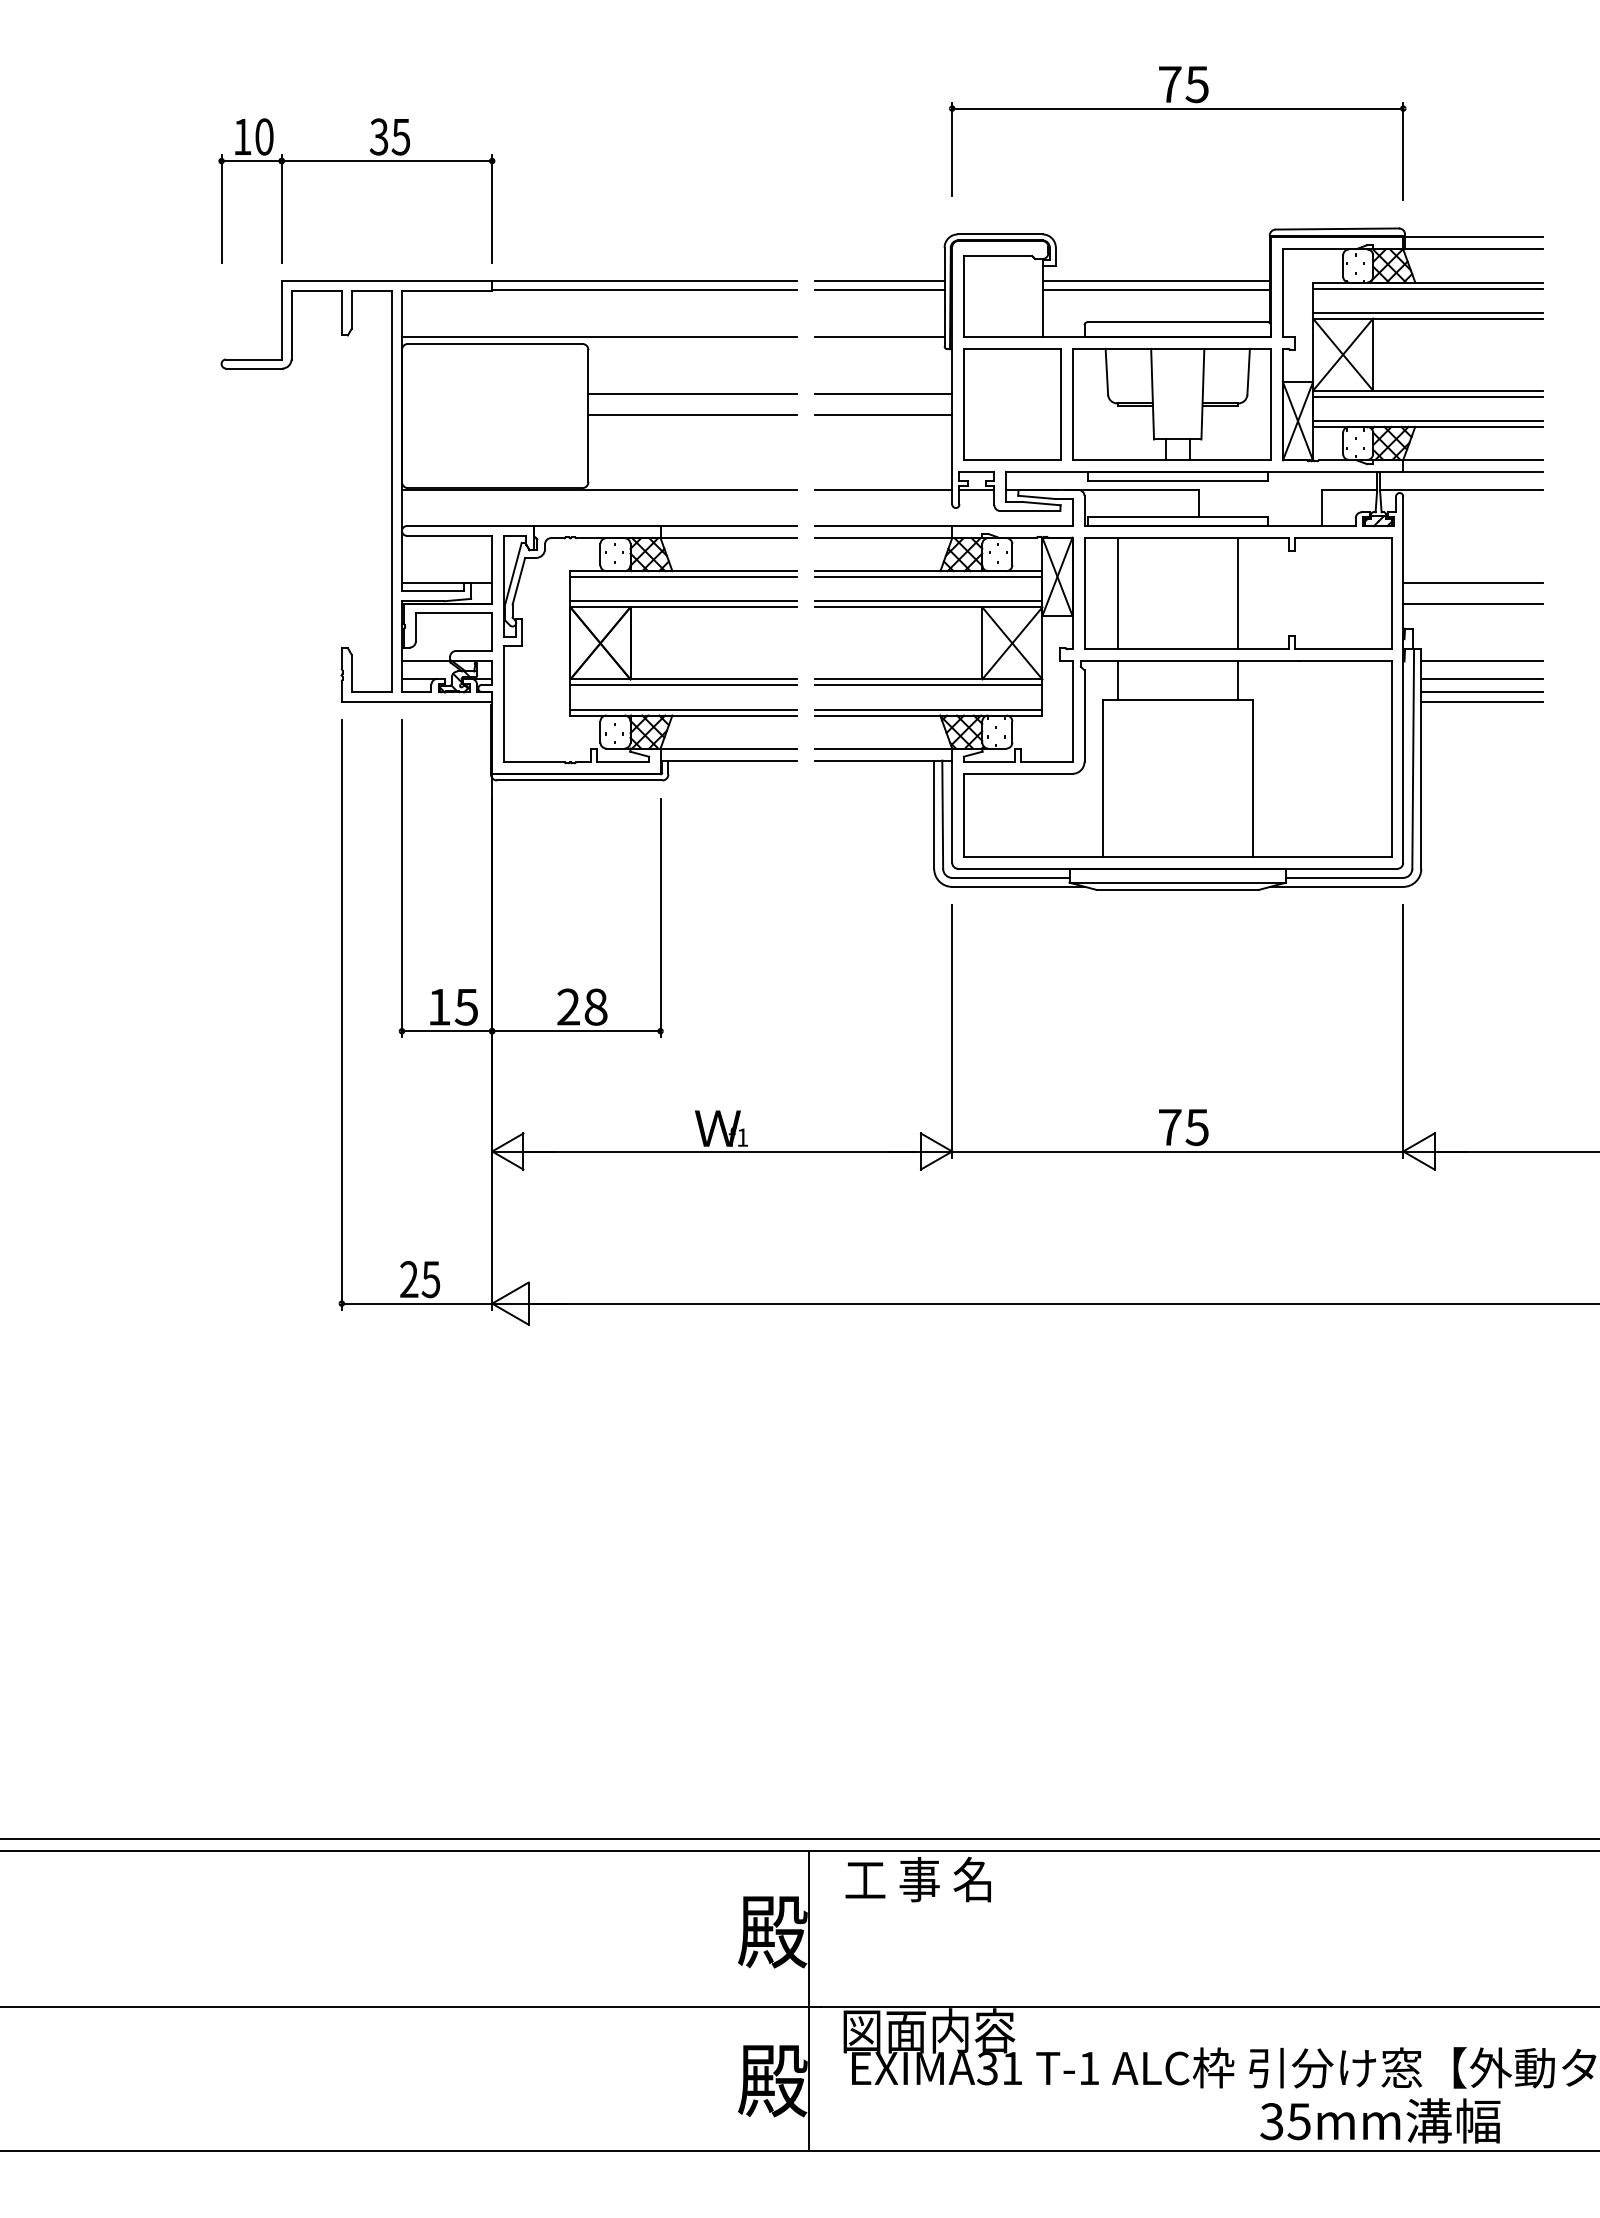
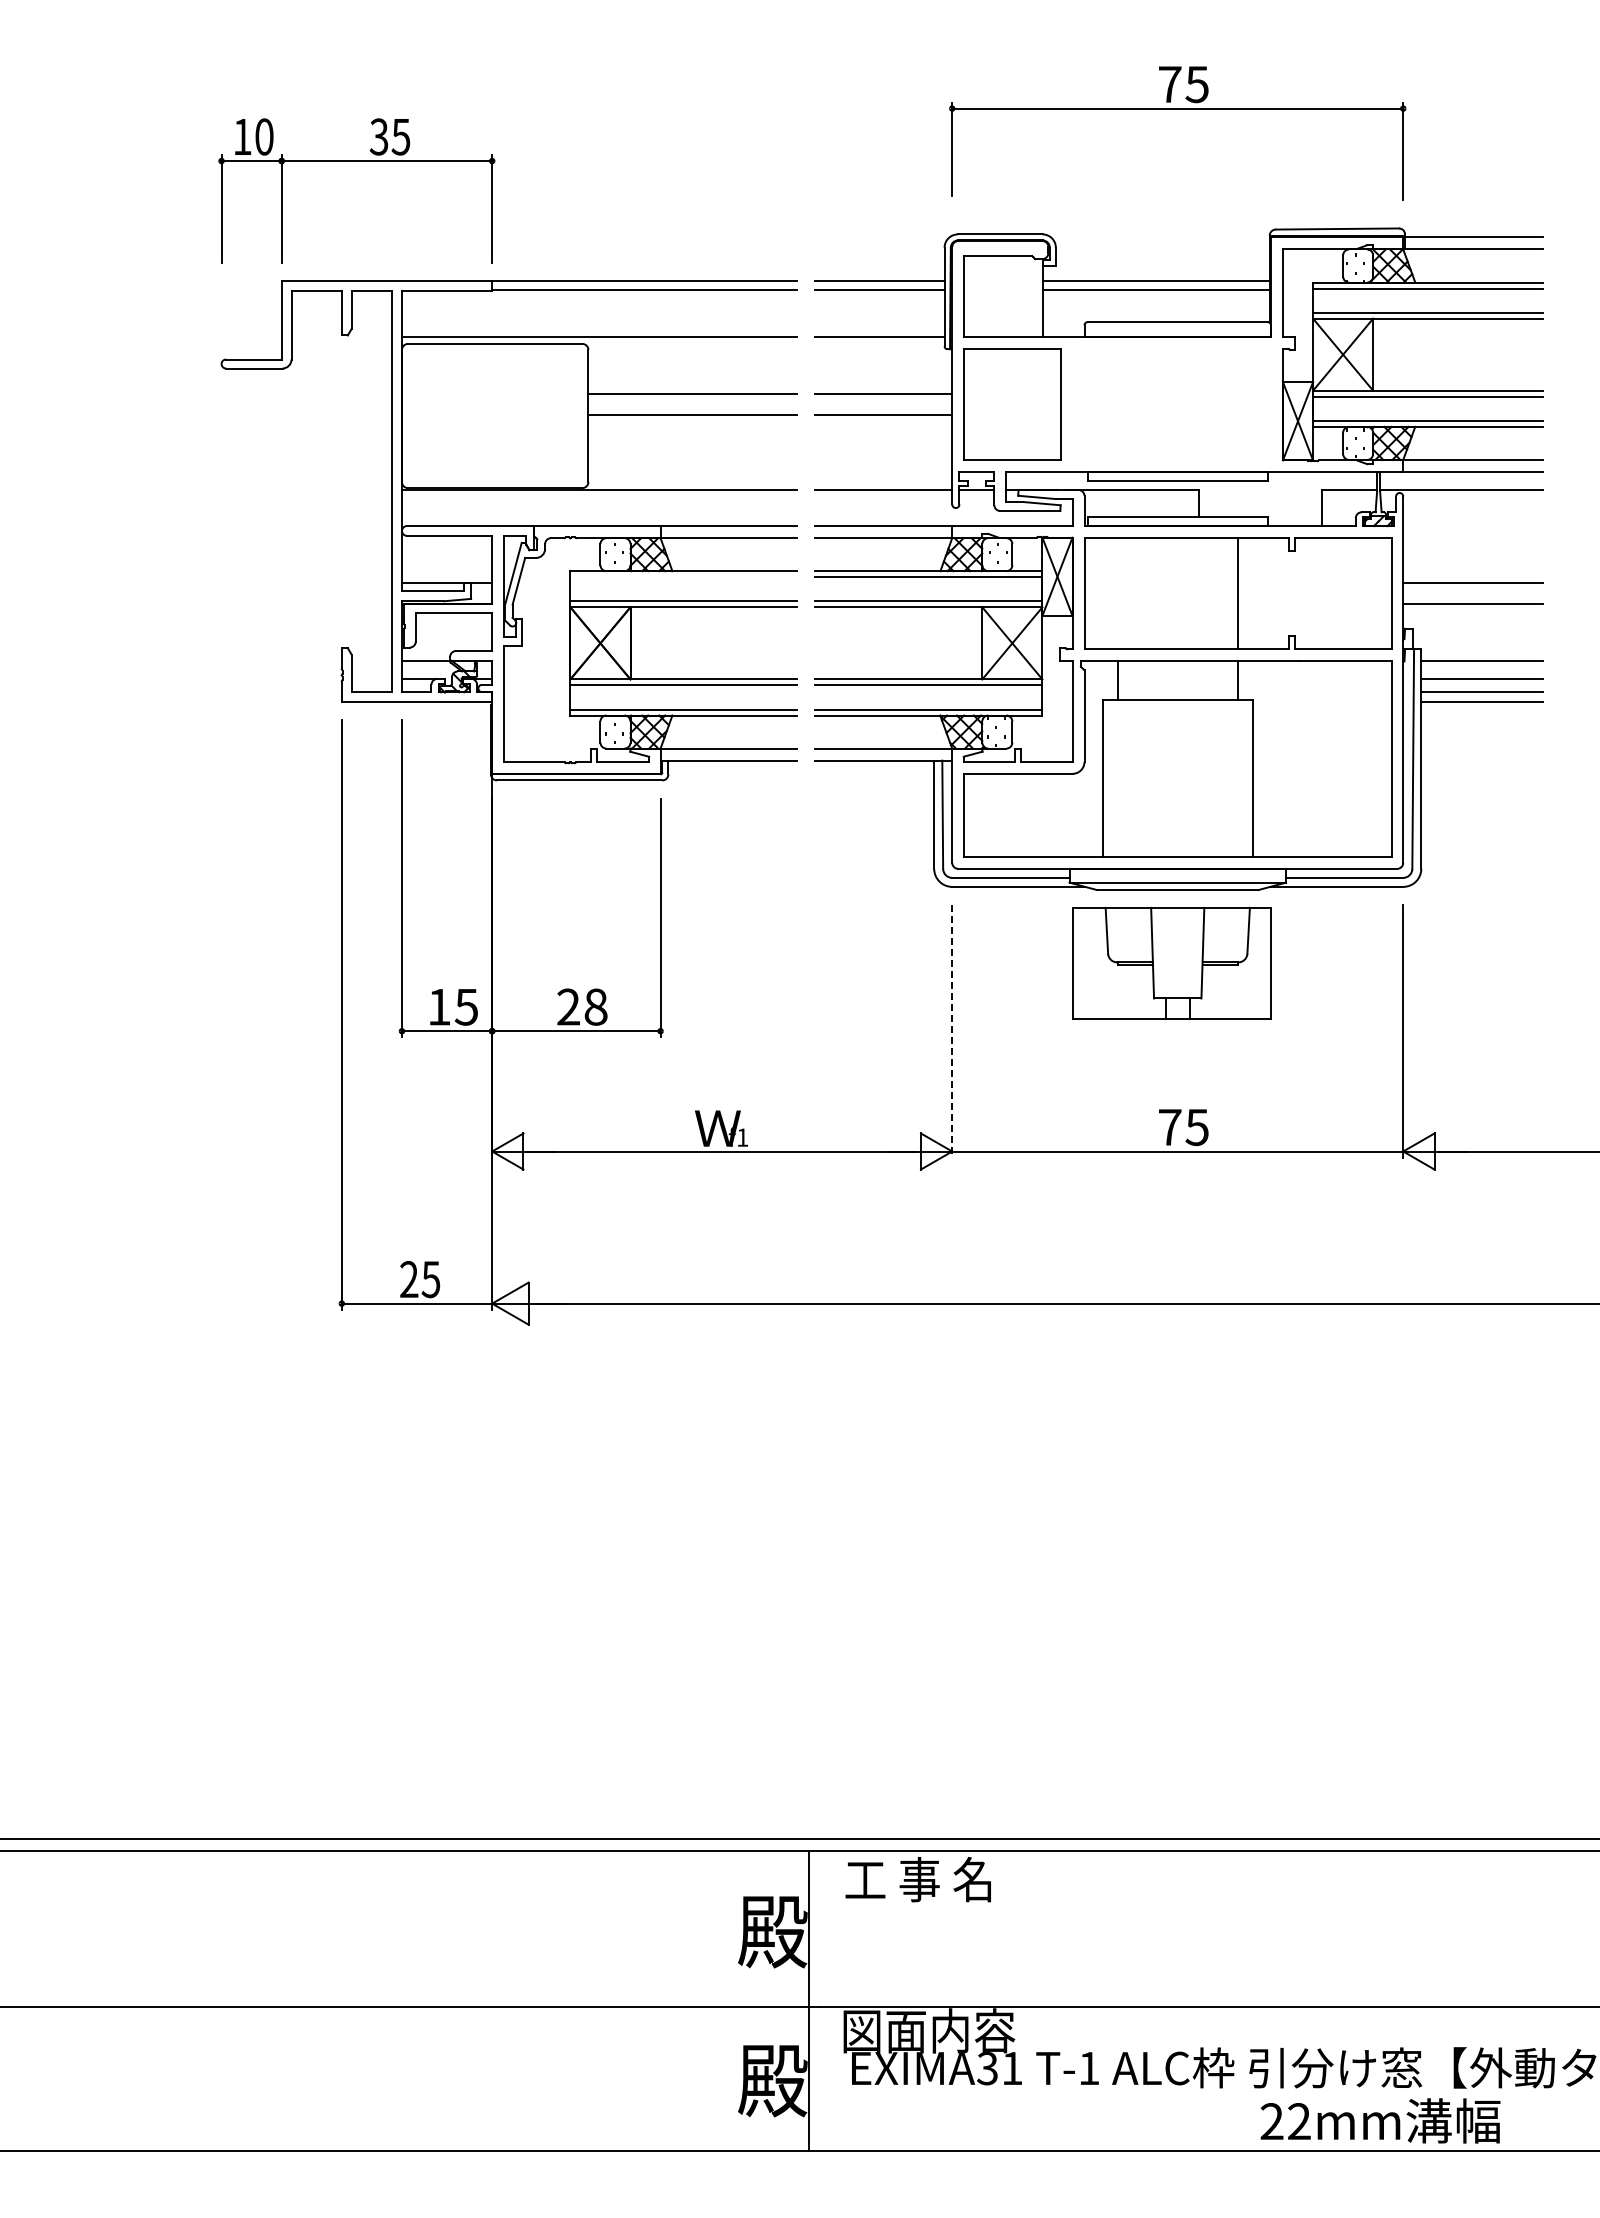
part at (1171, 404) position: (1171, 404) -> (1171, 963)
line at (683, 577): present -> none
line at (1117, 593): present -> none
line at (952, 1031): solid -> dashed
text at (1285, 2121): 35mm -> 22mm
